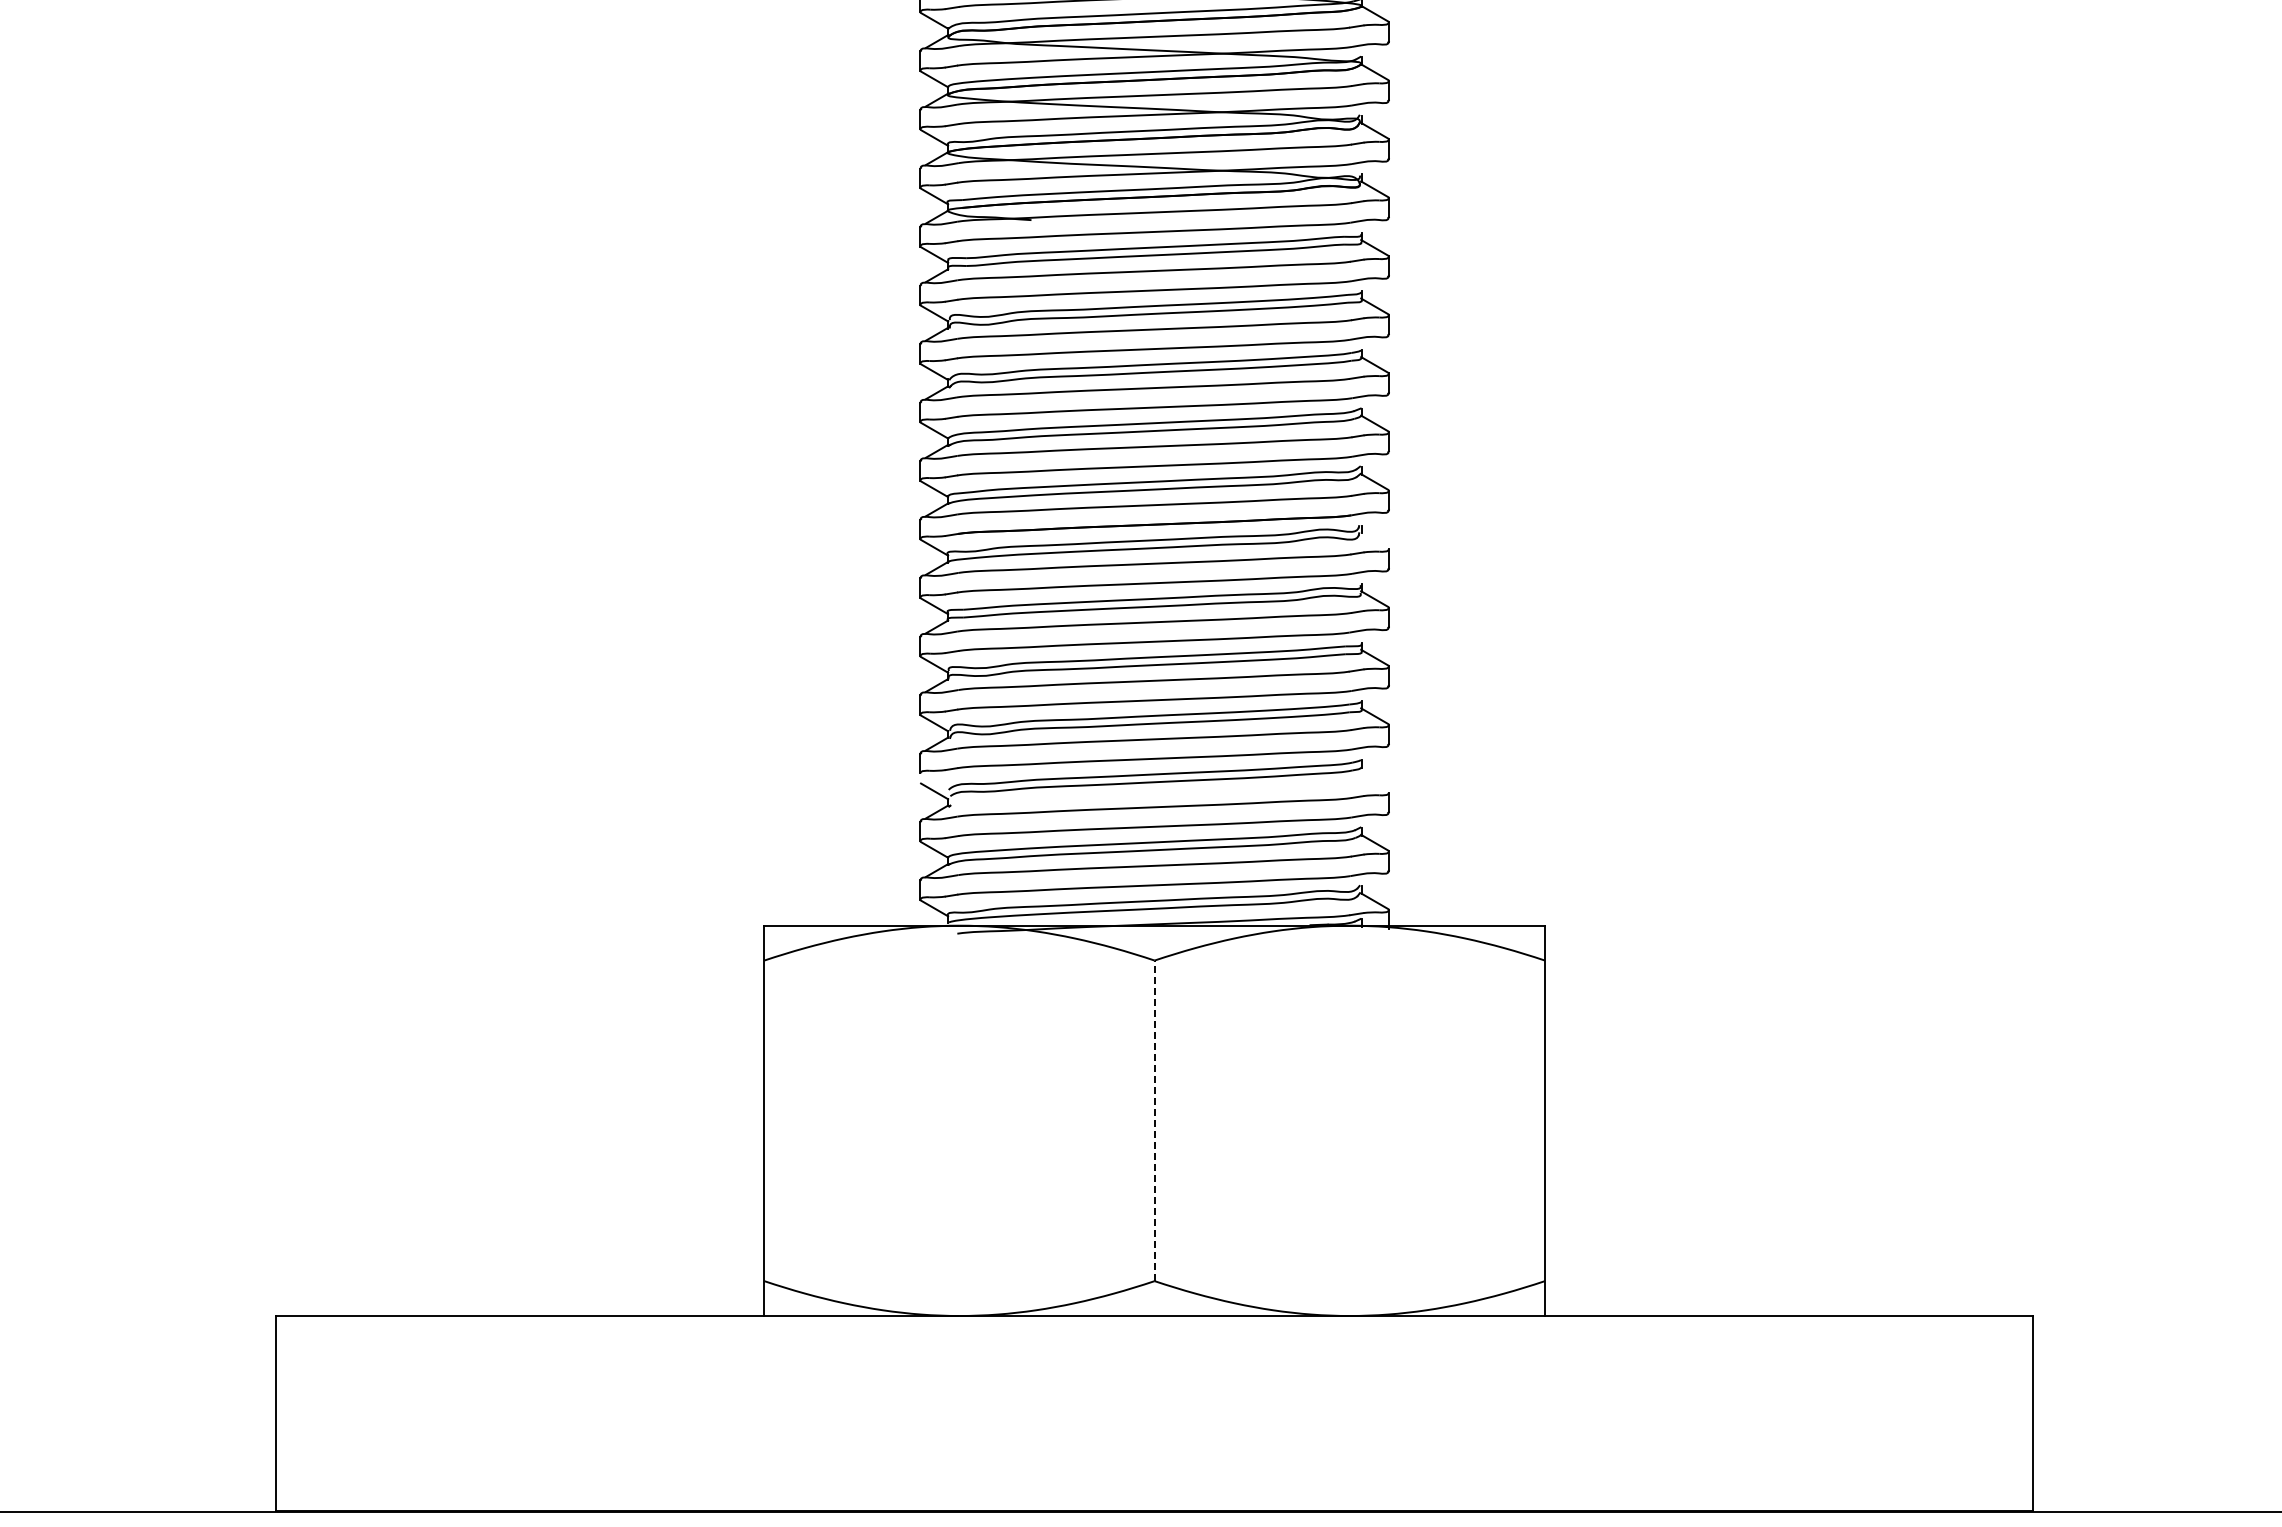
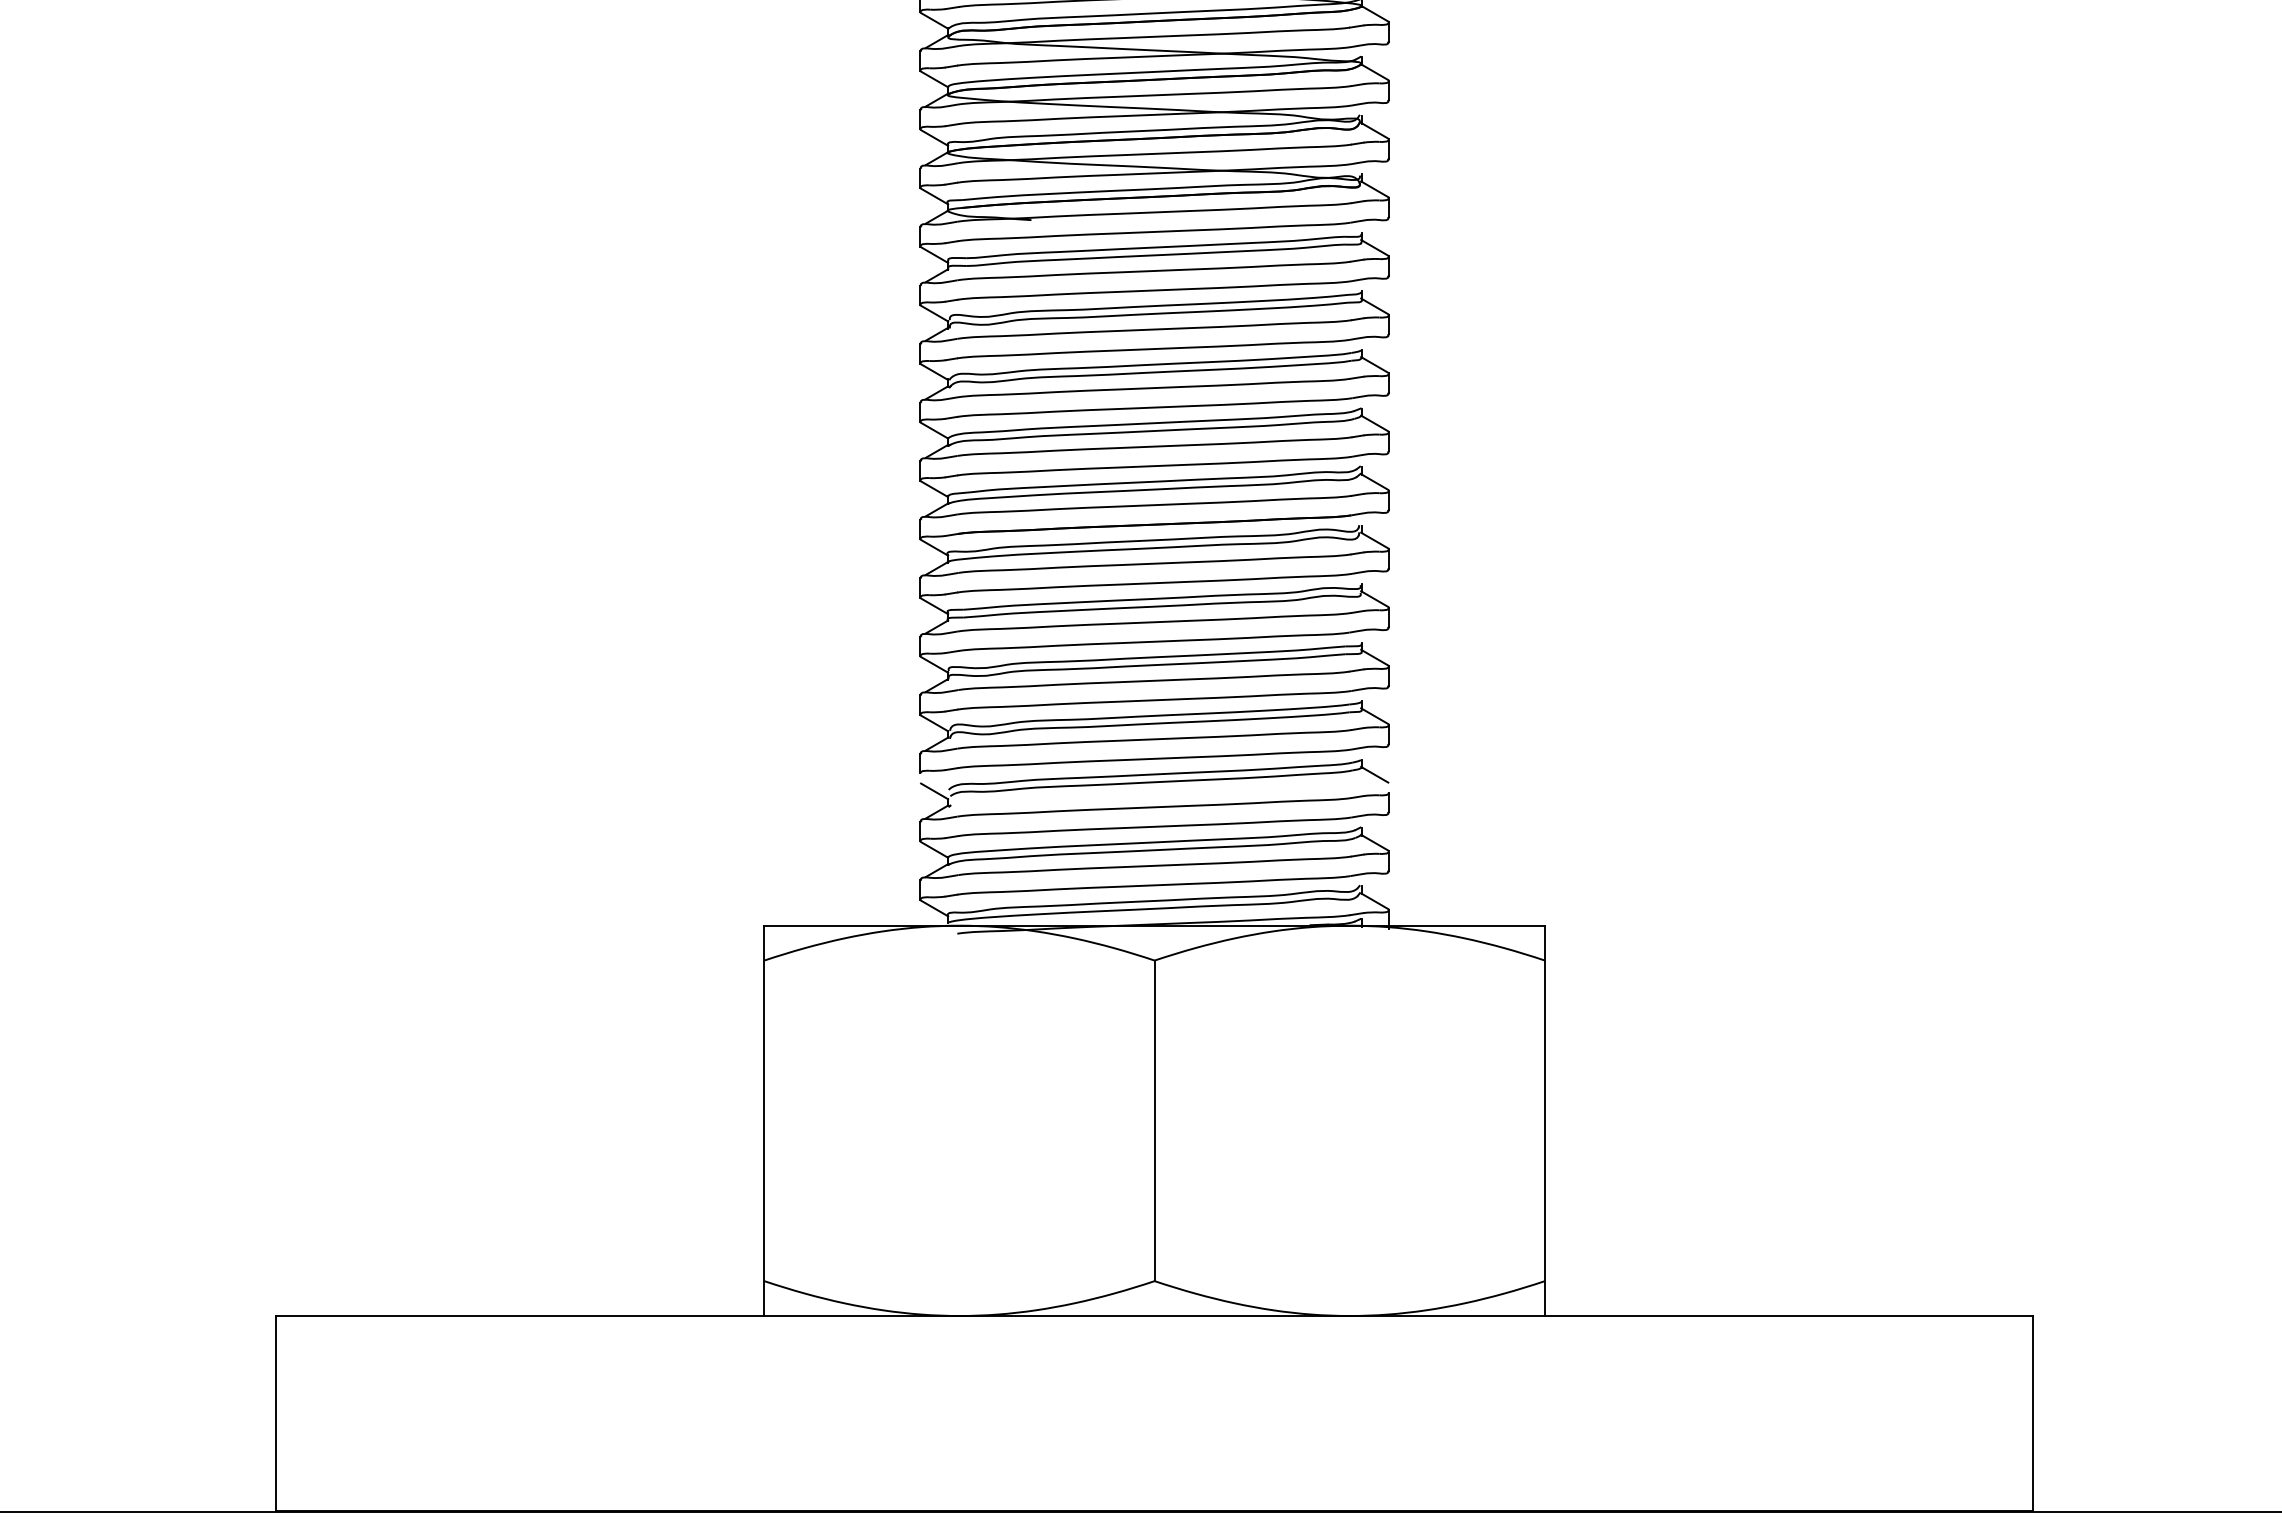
line at (1374, 540): none -> present
line at (1374, 774): none -> present
line at (1154, 1120): dashed -> solid
